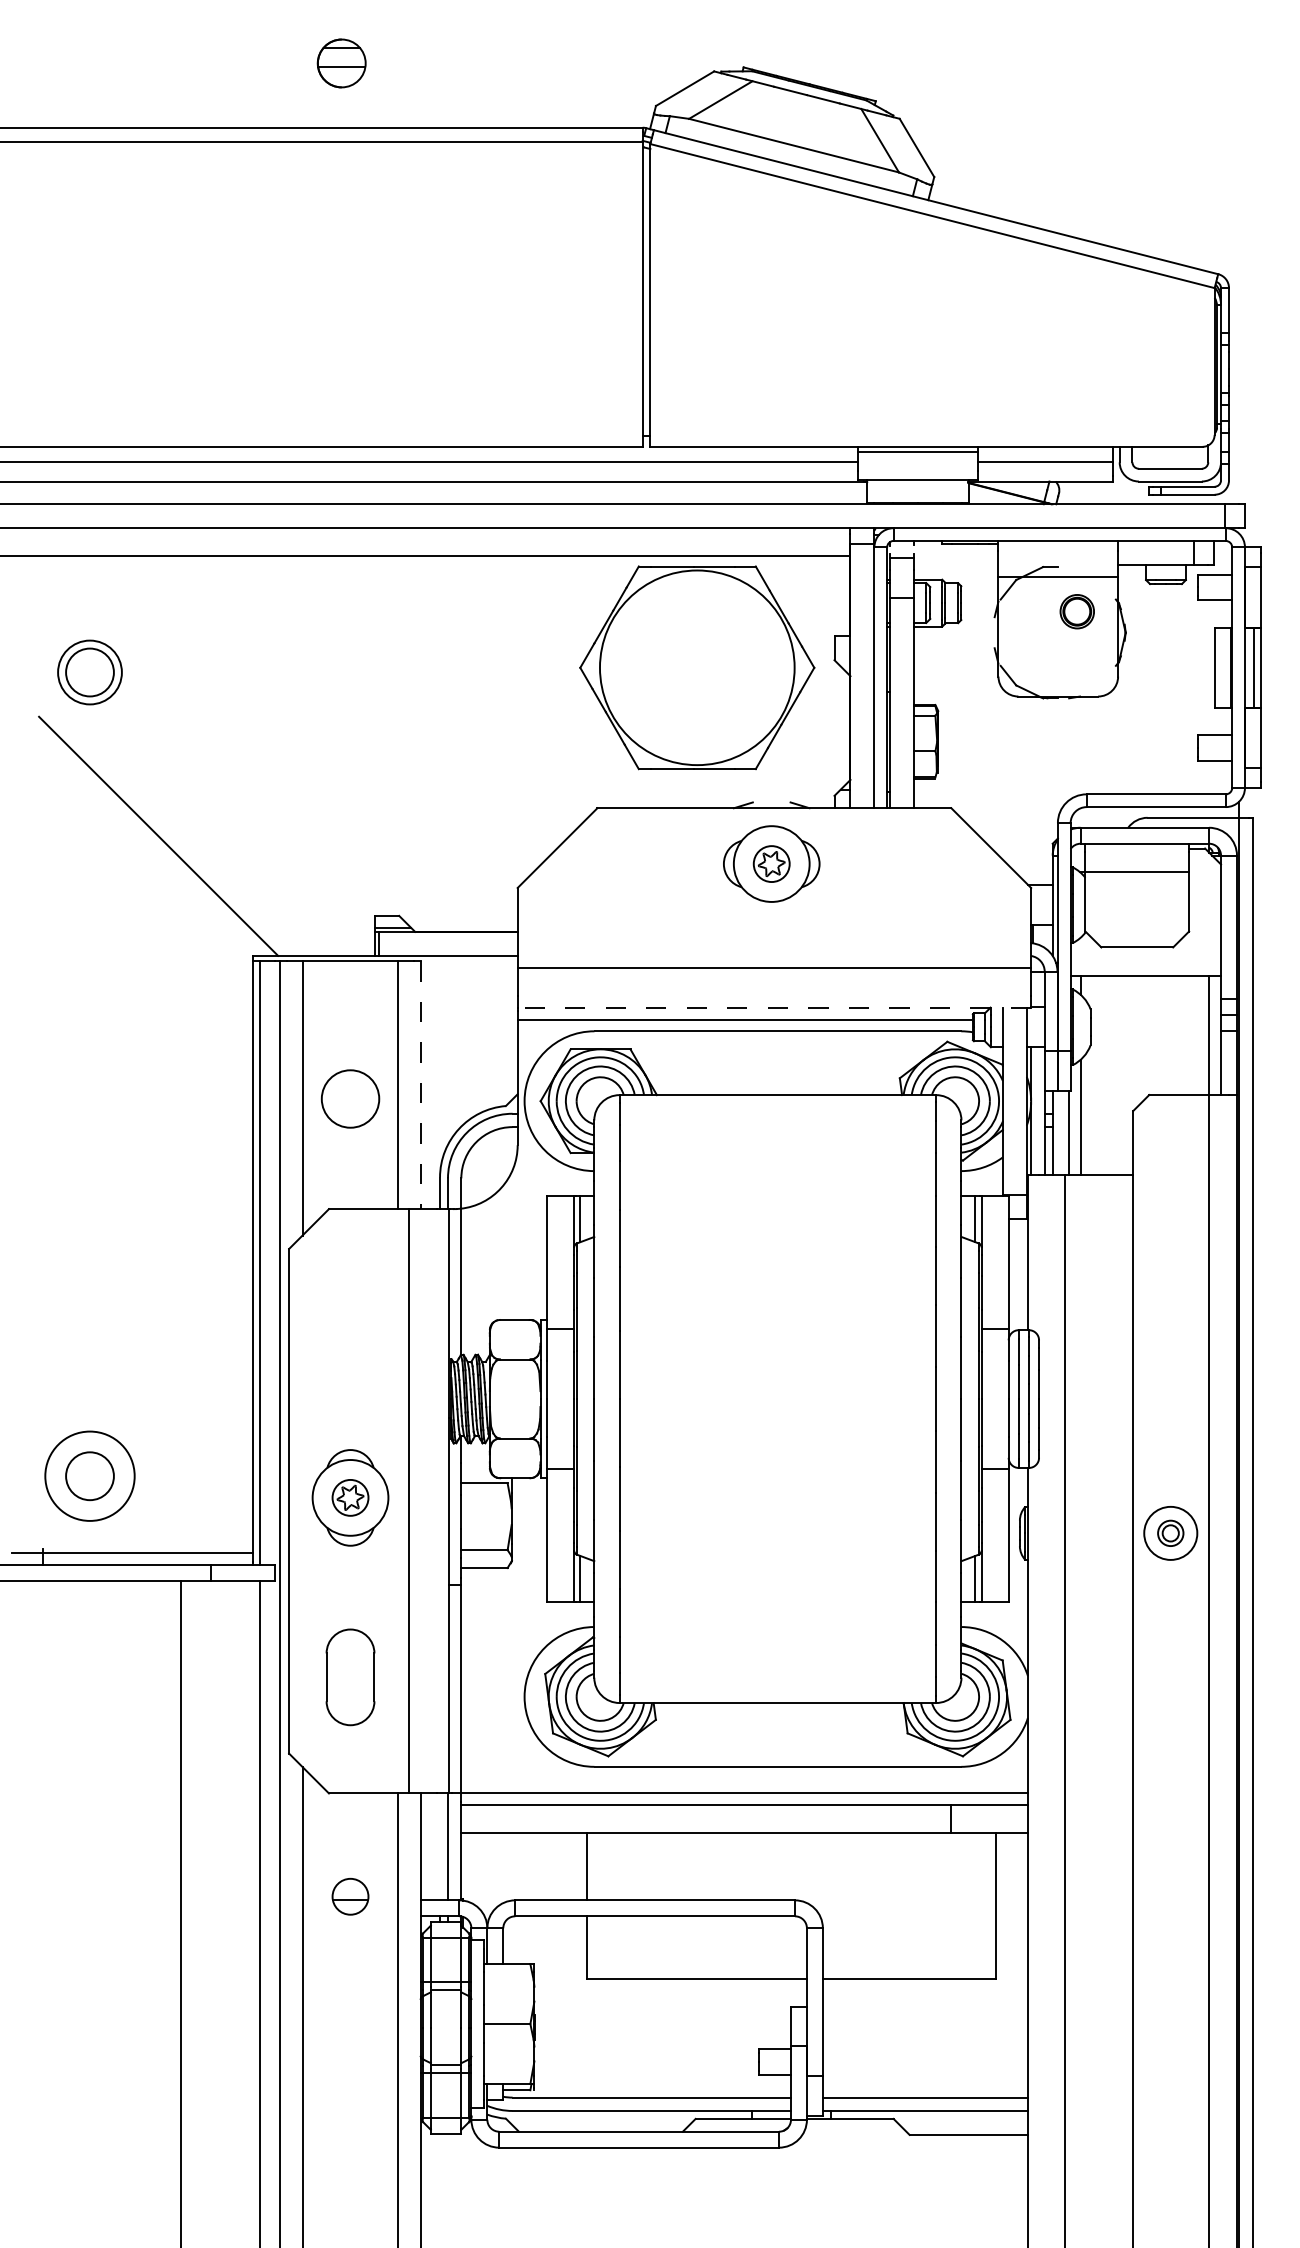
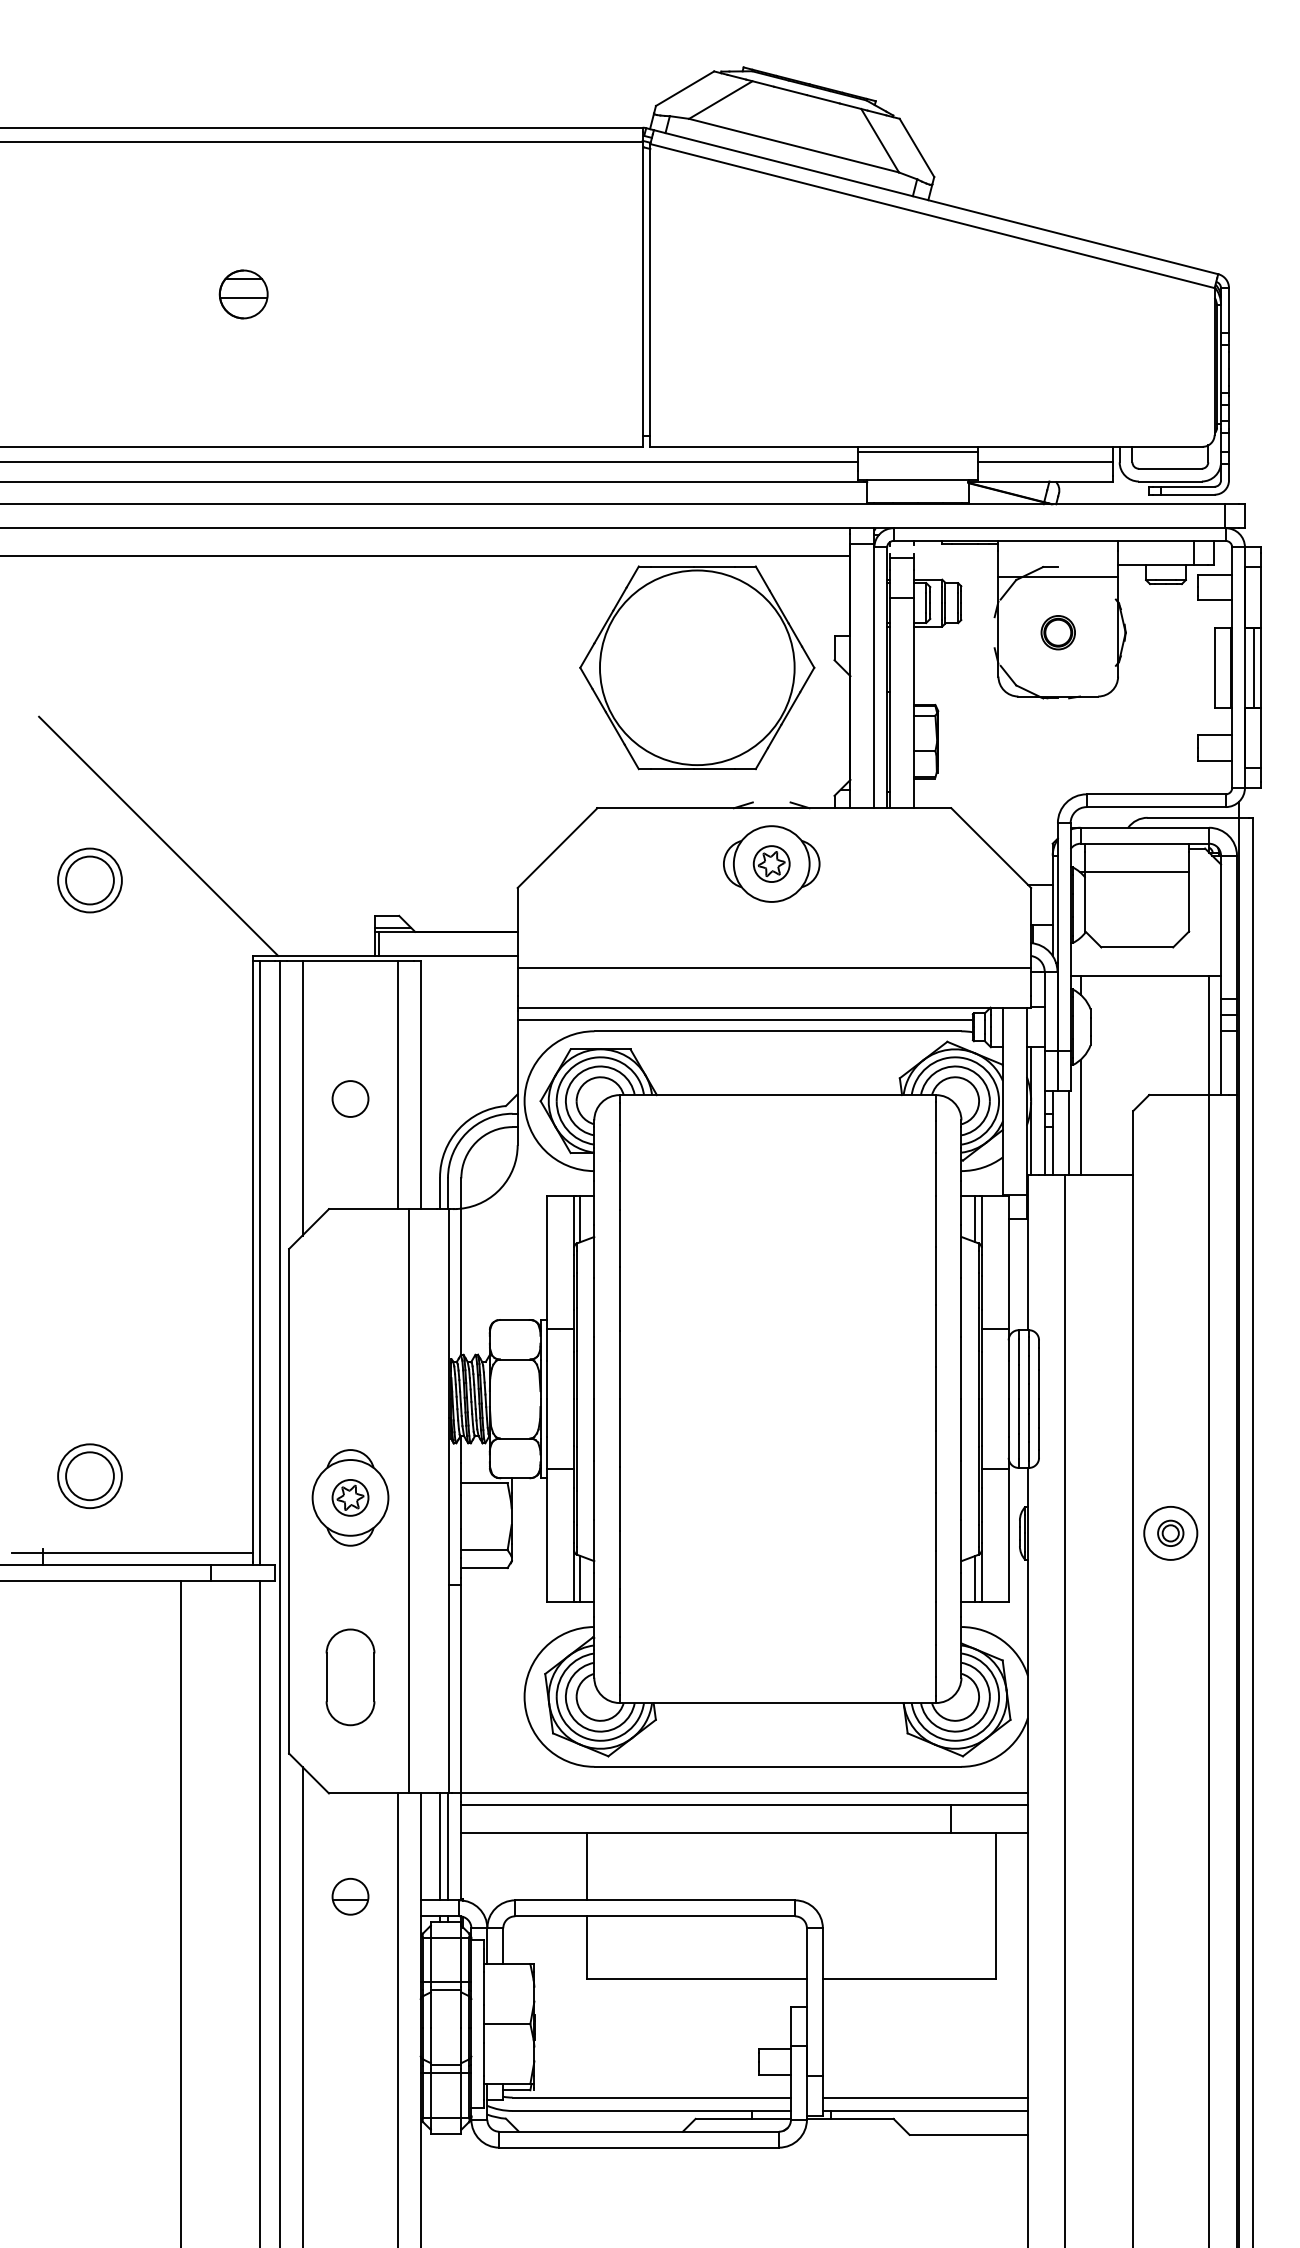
part at (341, 63) position: (341, 63) -> (243, 294)
part at (1076, 611) position: (1076, 611) -> (1057, 632)
part at (89, 672) position: (89, 672) -> (89, 880)
line at (774, 1007): dashed -> solid
line at (420, 1085): dashed -> solid
circle at (350, 1098) diameter: 57 px -> 36 px
circle at (89, 1475) diameter: 89 px -> 64 px
line at (440, 1846): none -> present
